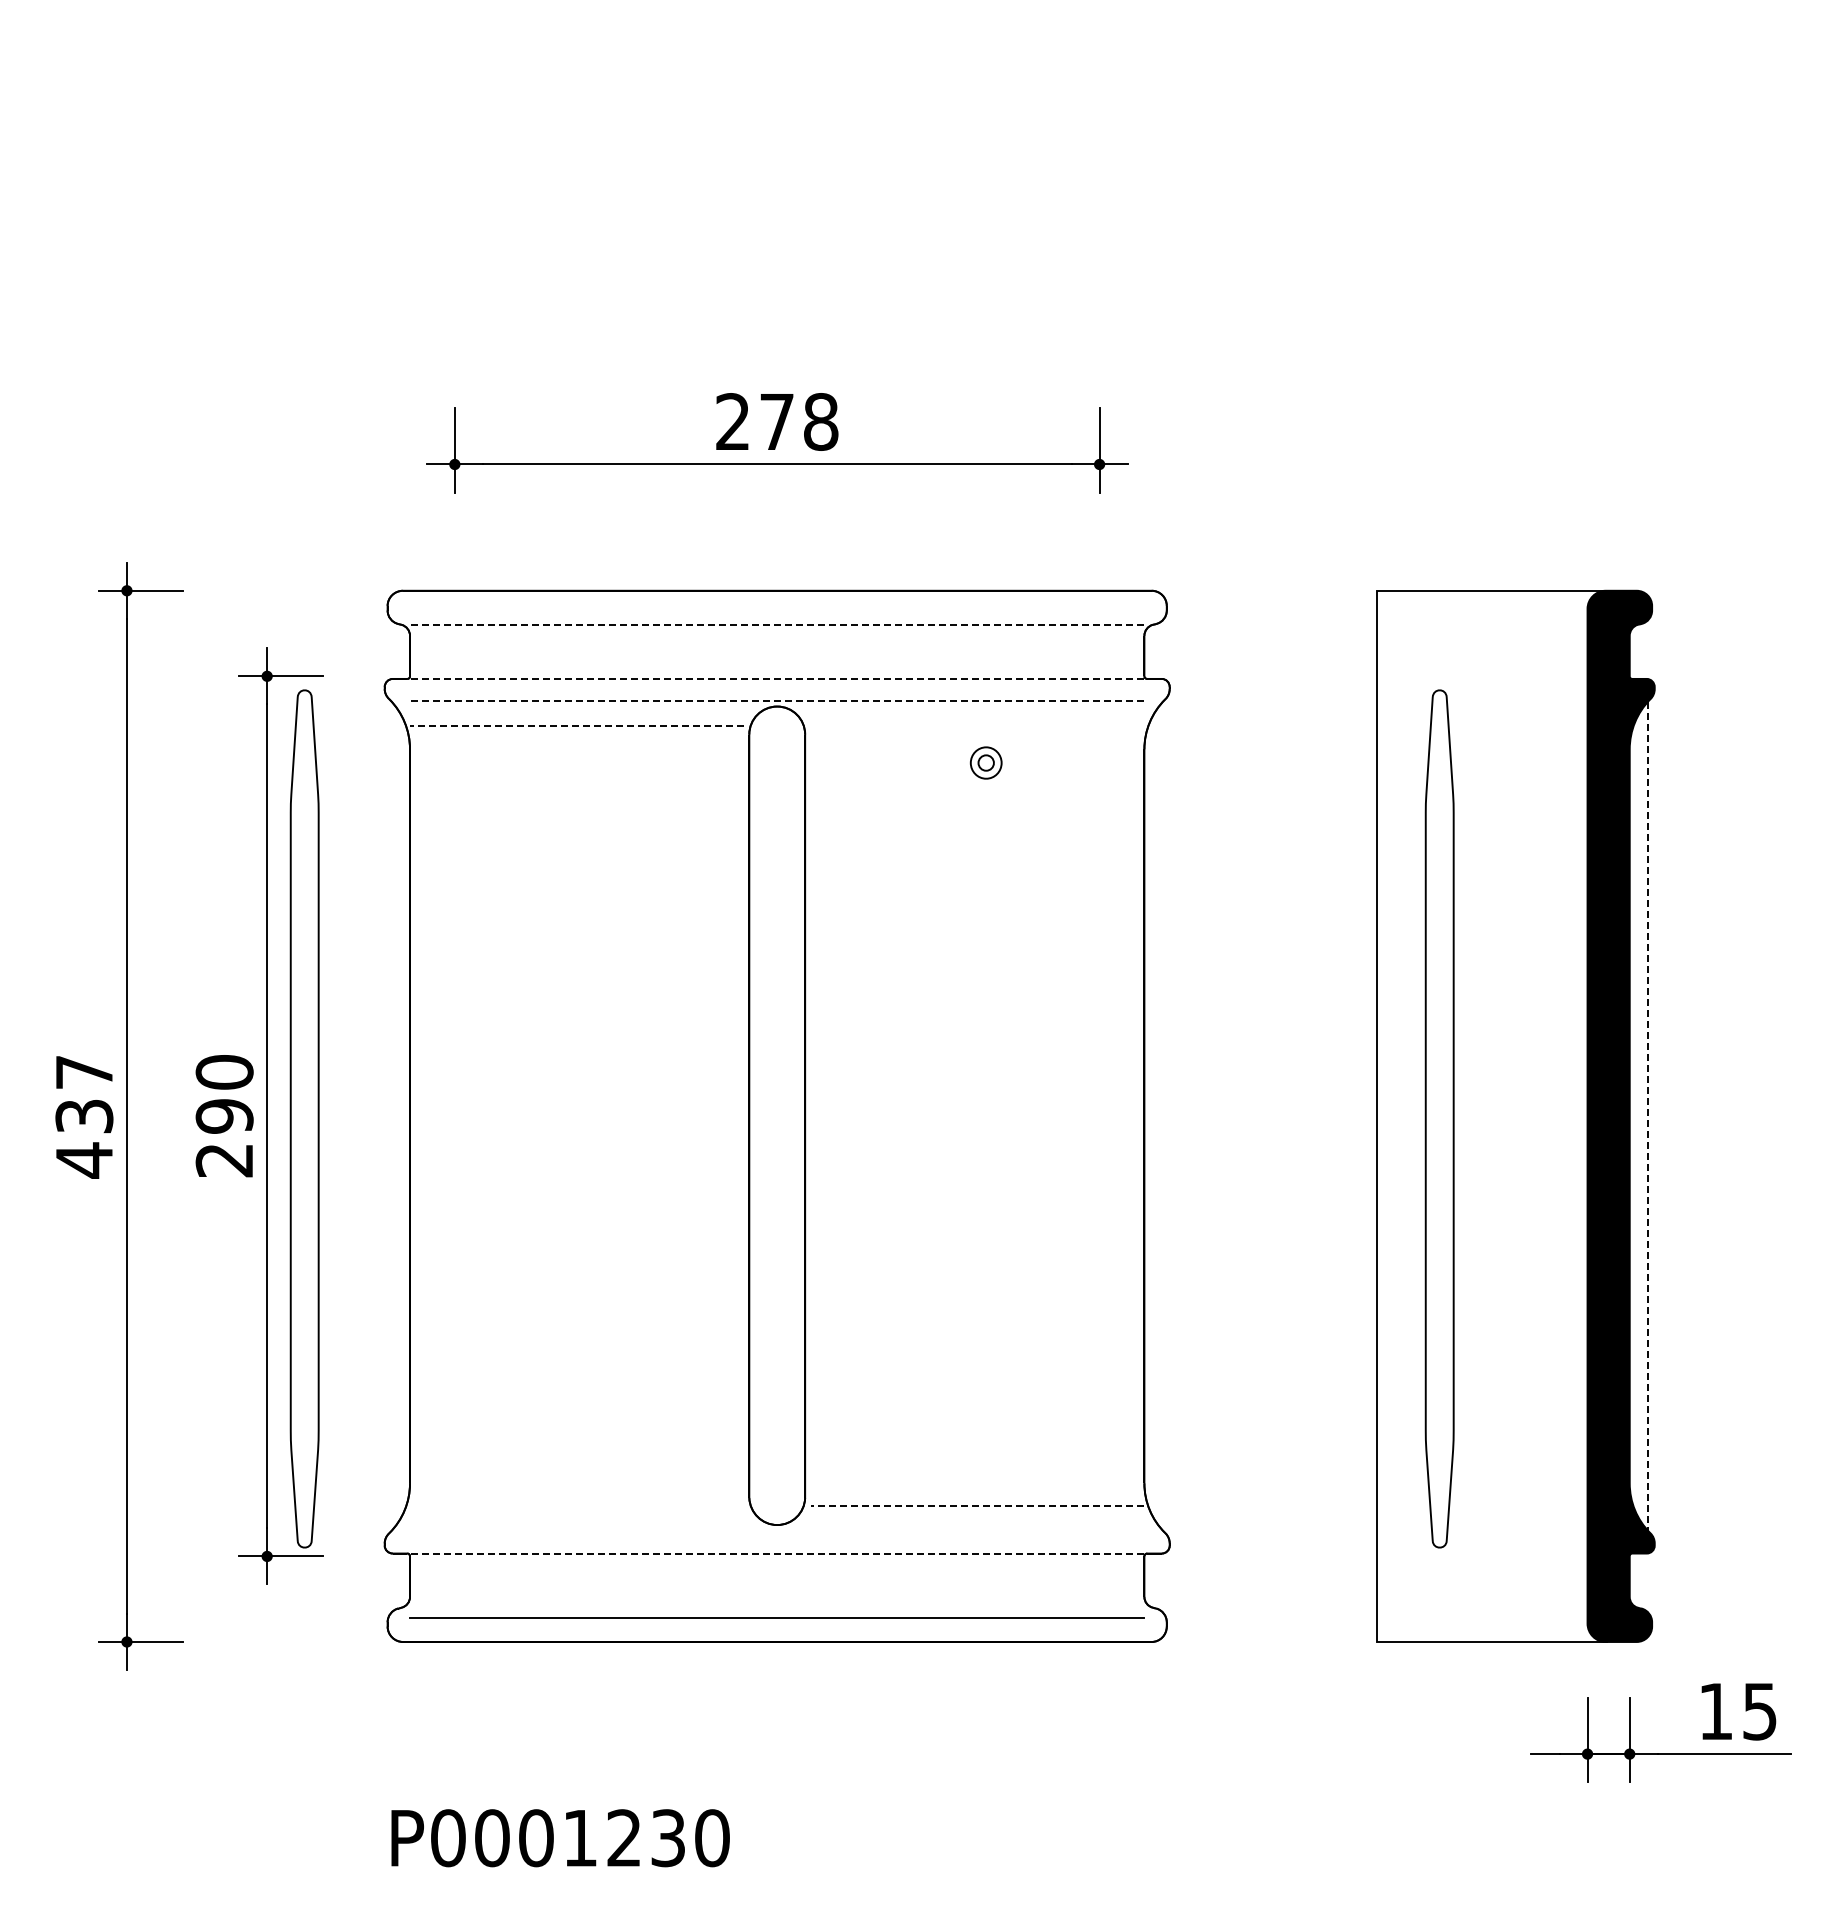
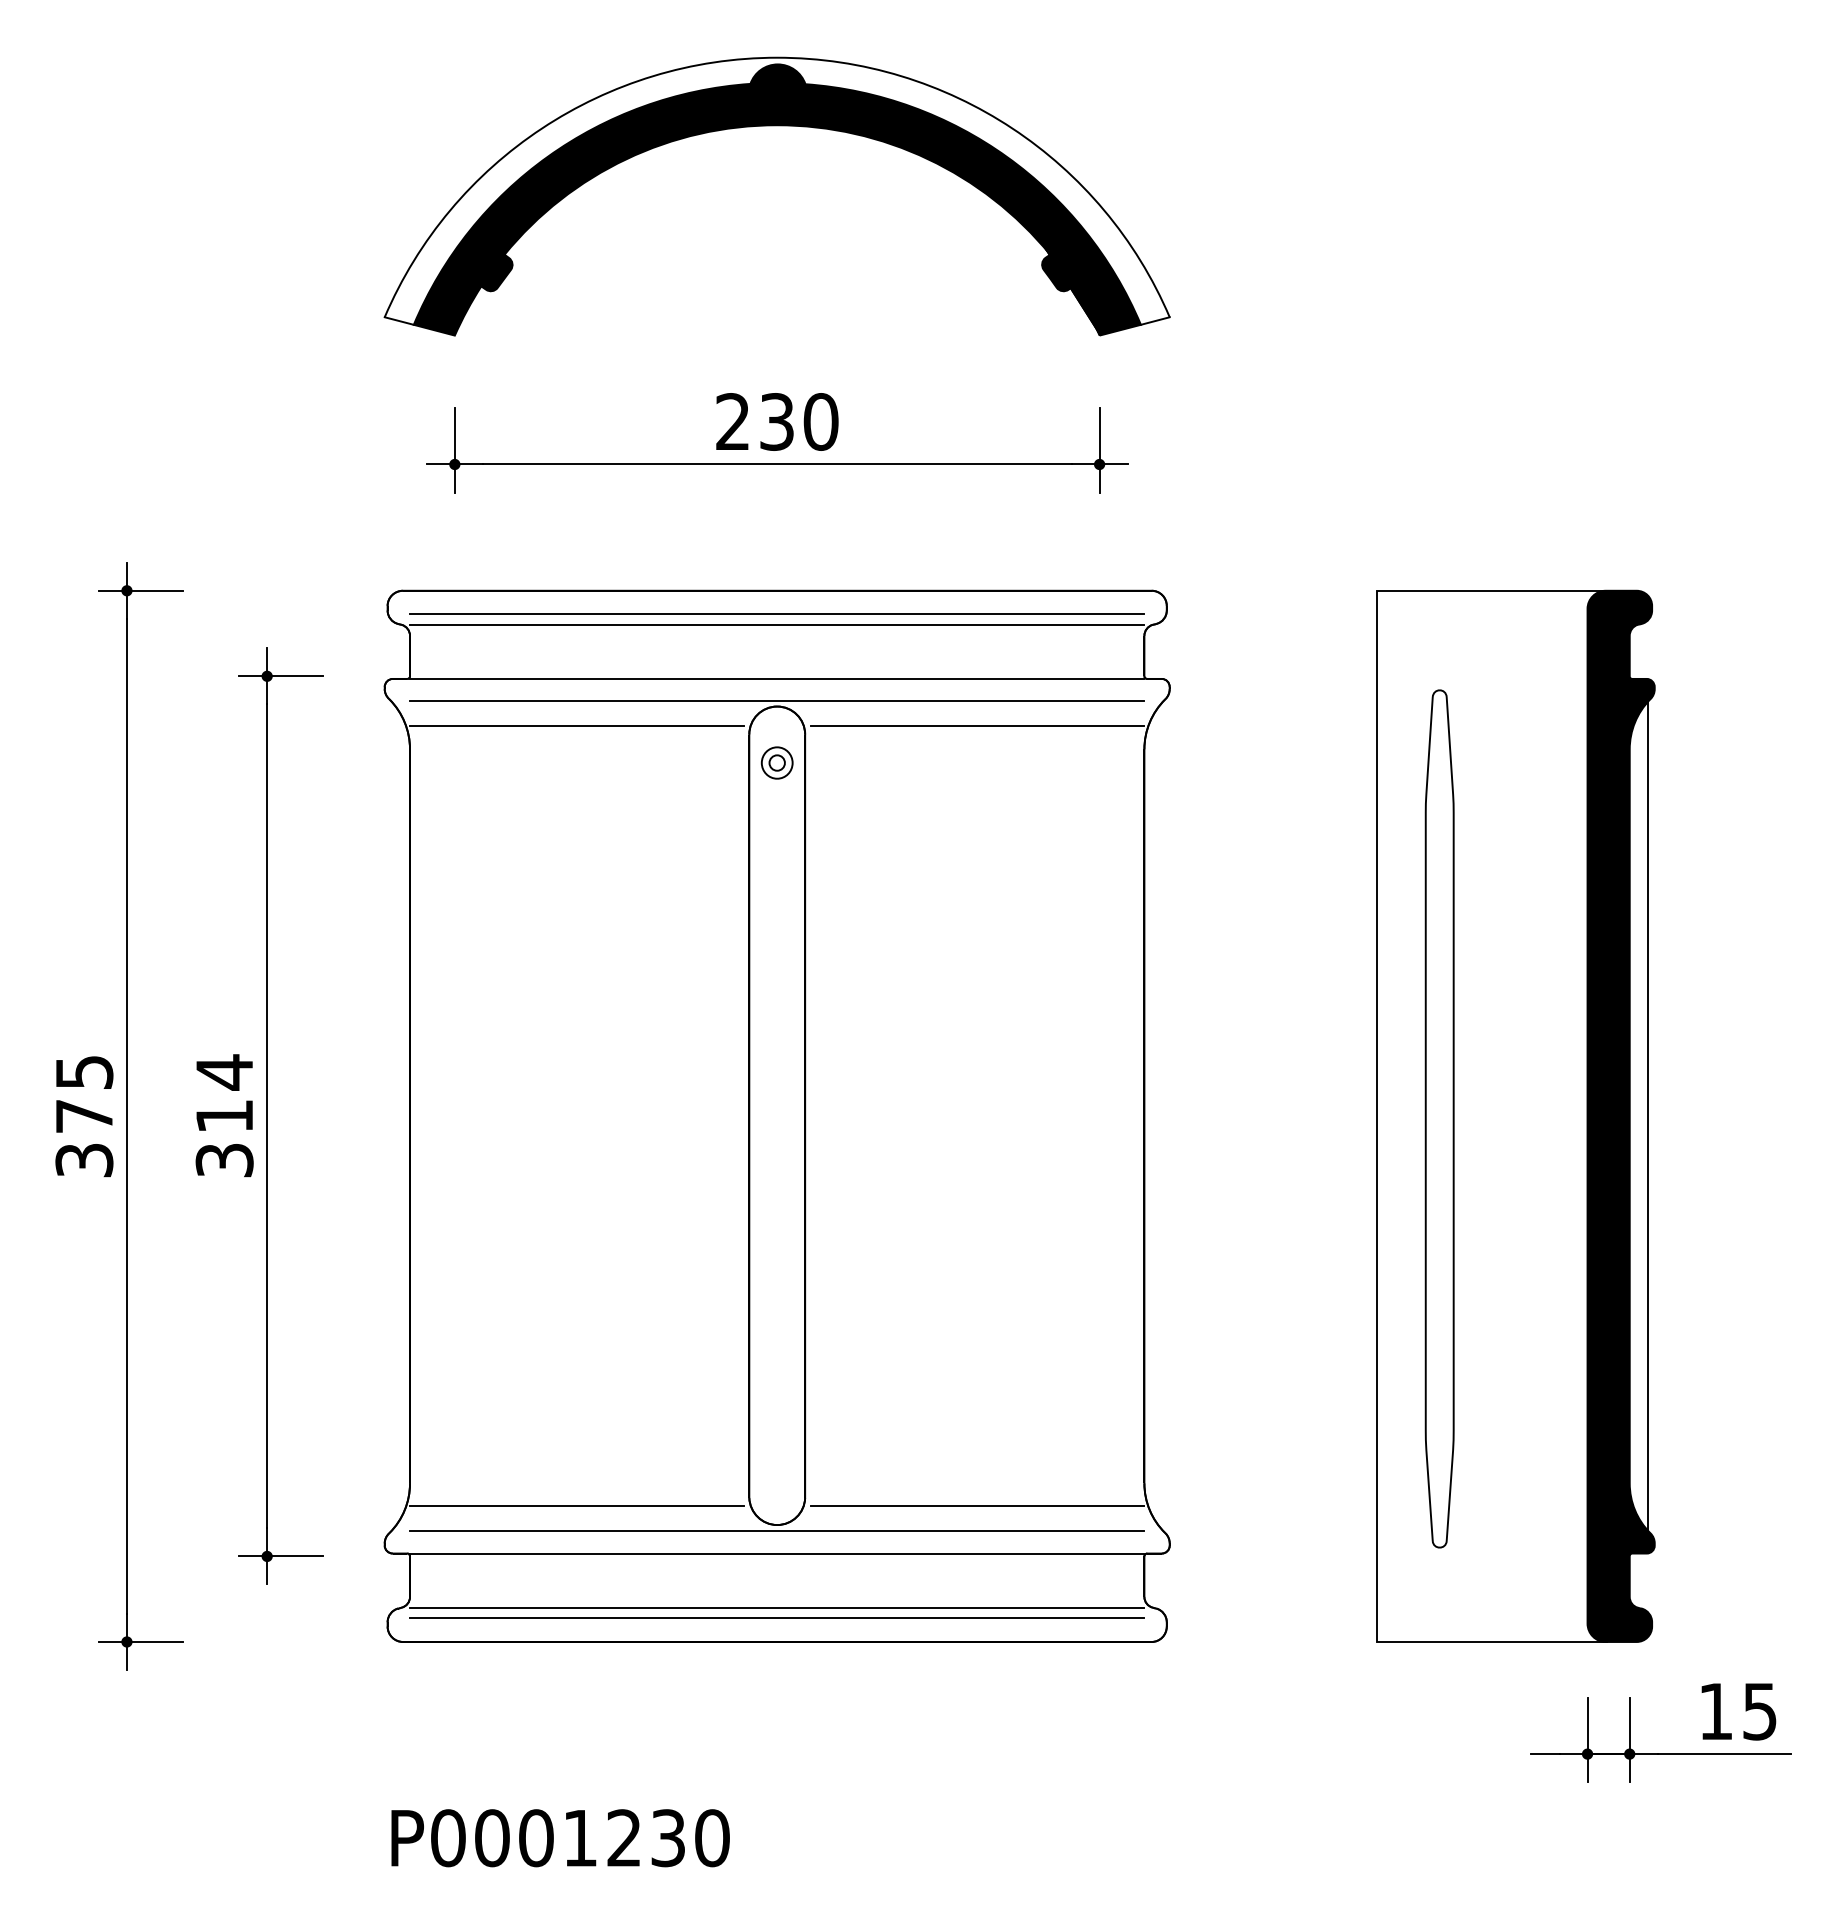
part at (776, 126): none -> present
text at (799, 421): 278 -> 230
line at (777, 614): none -> present
line at (776, 624): dashed -> solid
line at (776, 678): dashed -> solid
line at (776, 701): dashed -> solid
line at (576, 726): dashed -> solid
line at (977, 726): none -> present
part at (985, 762) position: (985, 762) -> (776, 762)
text at (224, 1115): 290 -> 314
line at (1648, 1116): dashed -> solid
text at (84, 1117): 437 -> 375
part at (304, 1118): present -> none
line at (576, 1506): none -> present
line at (977, 1506): dashed -> solid
line at (777, 1531): none -> present
line at (776, 1553): dashed -> solid
line at (777, 1607): none -> present
